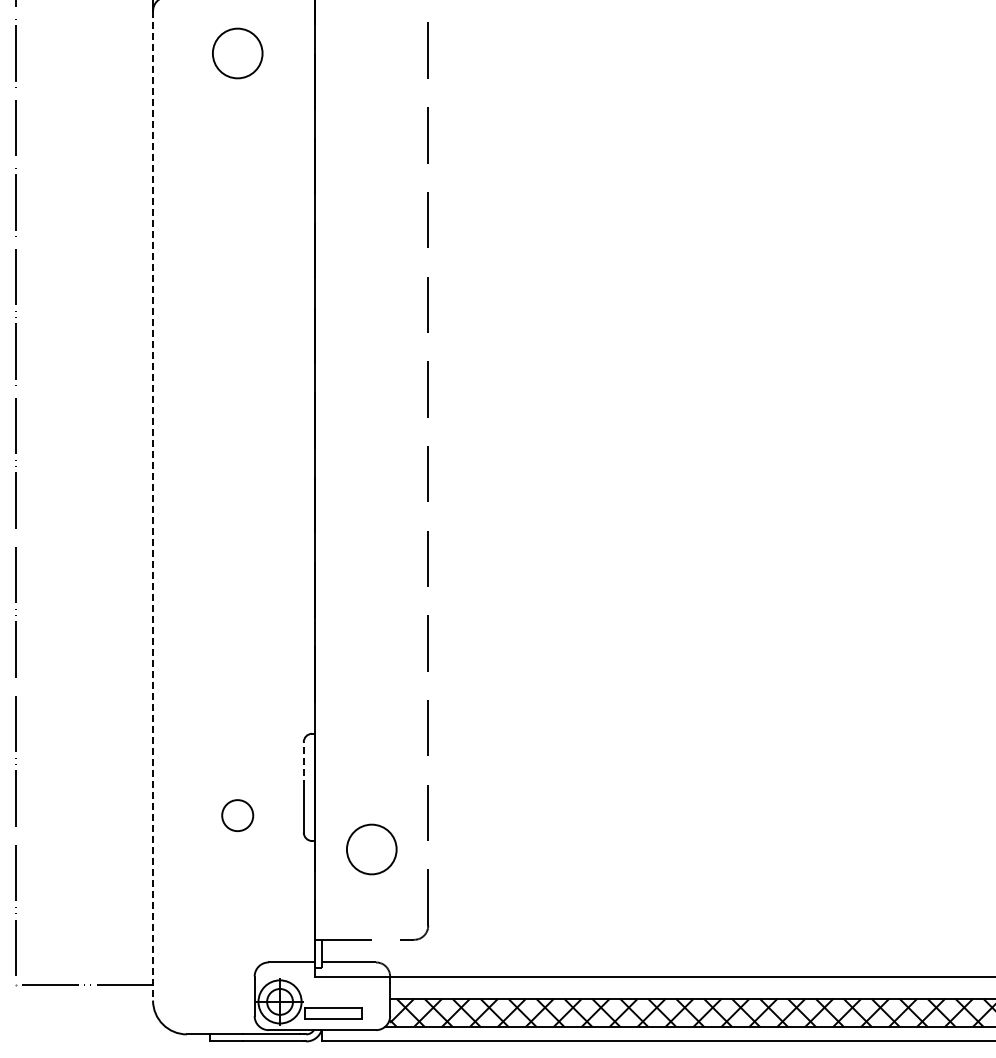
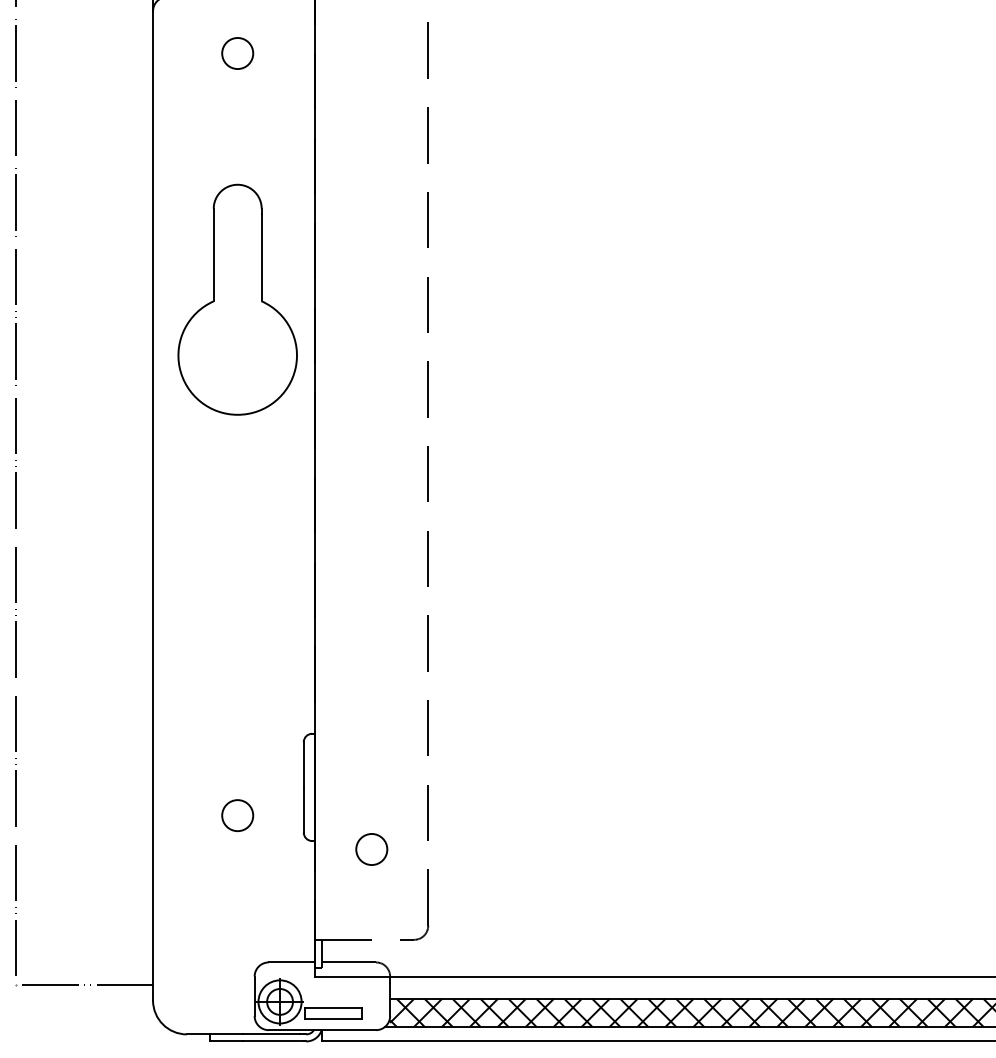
circle at (237, 53) diameter: 50 px -> 31 px
part at (237, 299): none -> present
line at (153, 505): dashed -> solid
line at (303, 764): dashed -> solid
circle at (371, 849) diameter: 50 px -> 31 px
